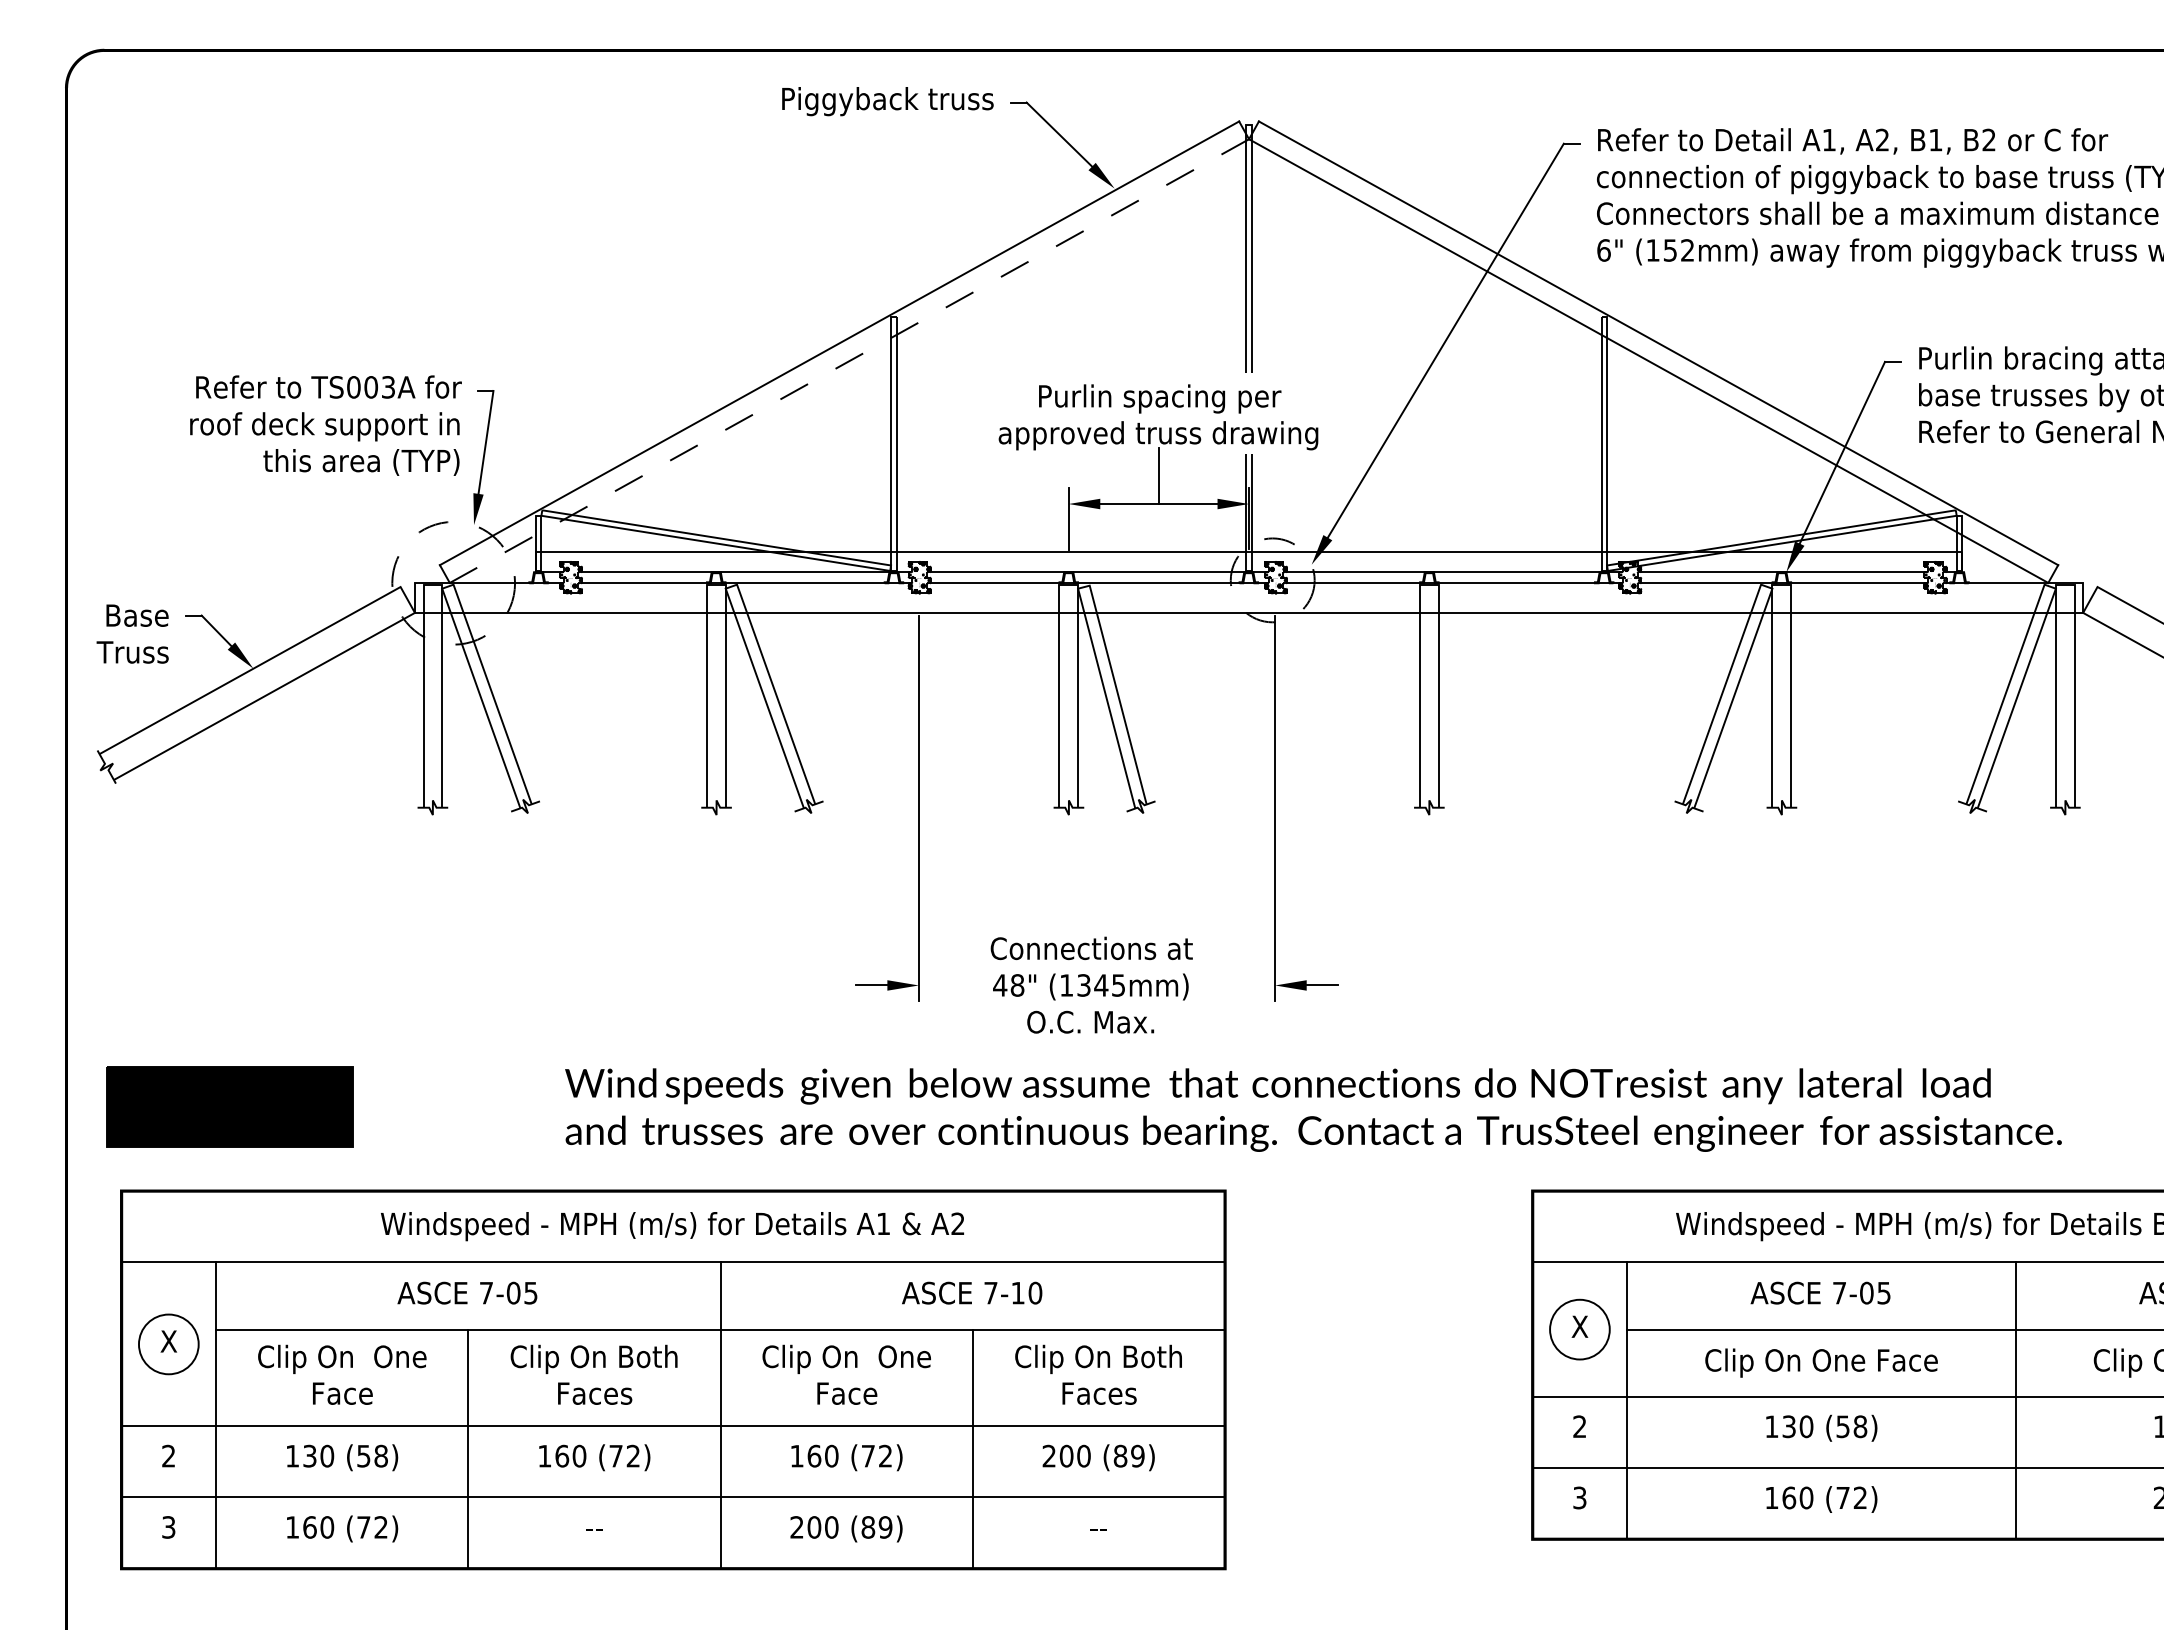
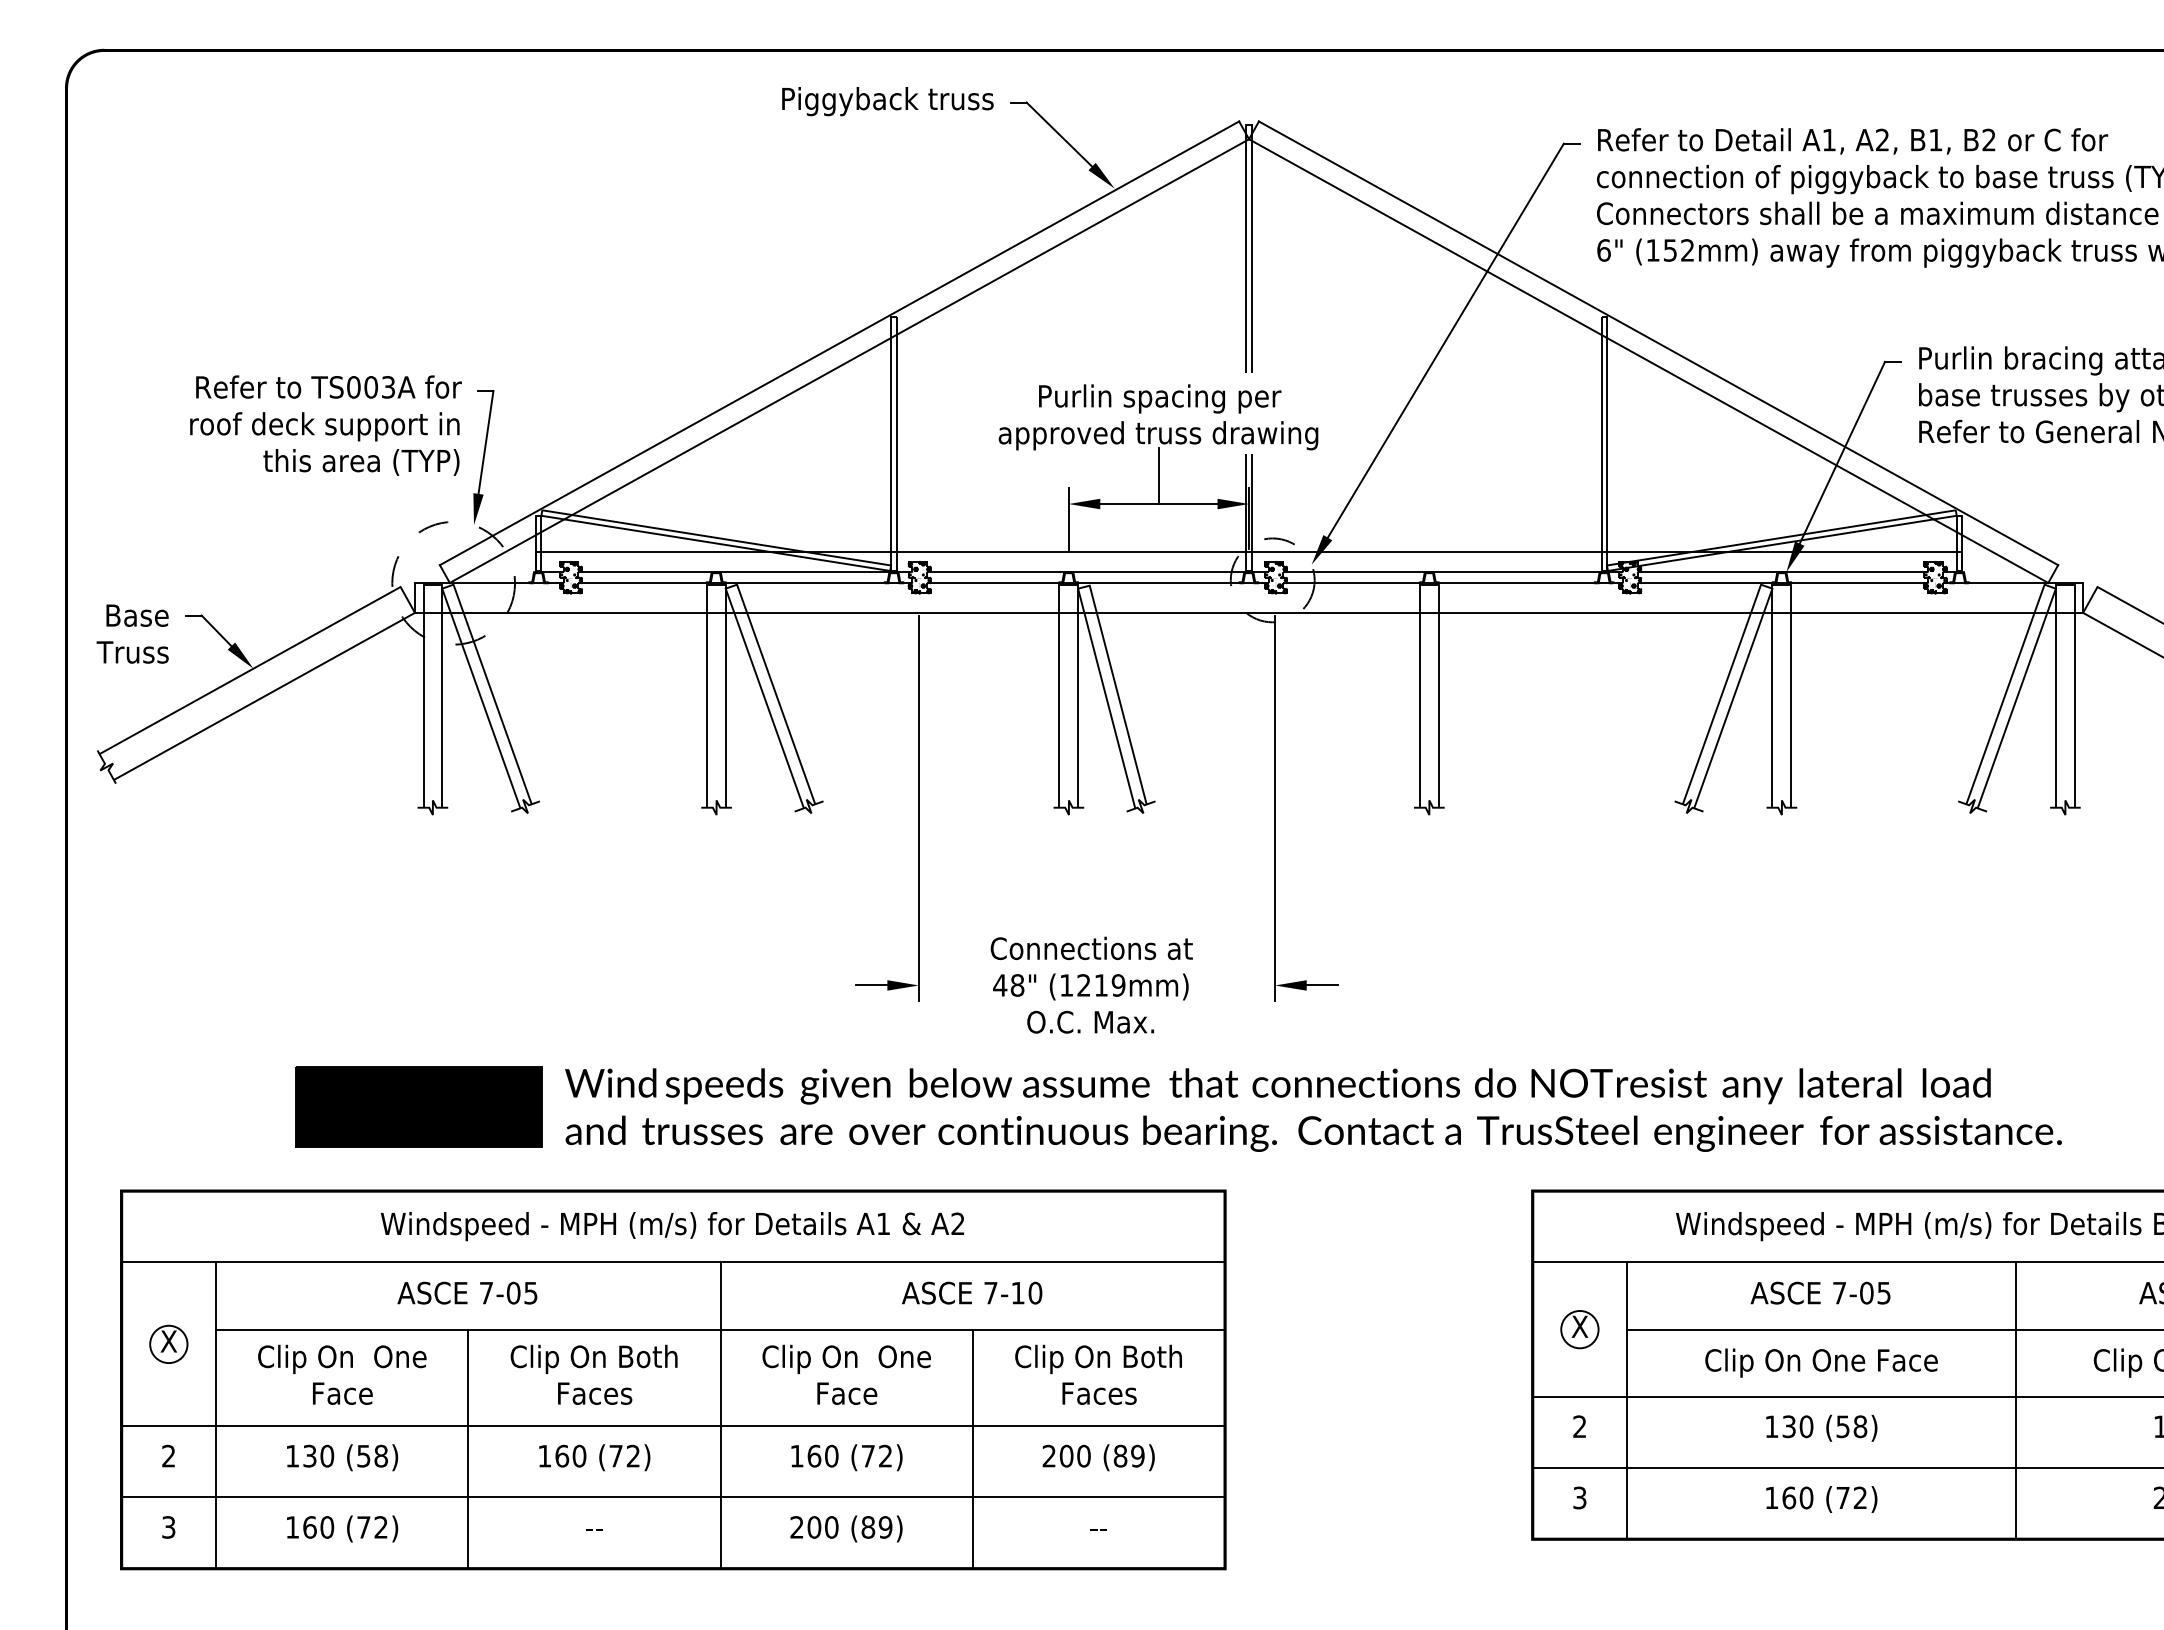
line at (849, 361): dashed -> solid
text at (1101, 985): (1345mm) -> (1219mm)
part at (229, 1106) position: (229, 1106) -> (418, 1106)
circle at (1579, 1329) diameter: 60 px -> 37 px
circle at (168, 1344) diameter: 60 px -> 37 px
